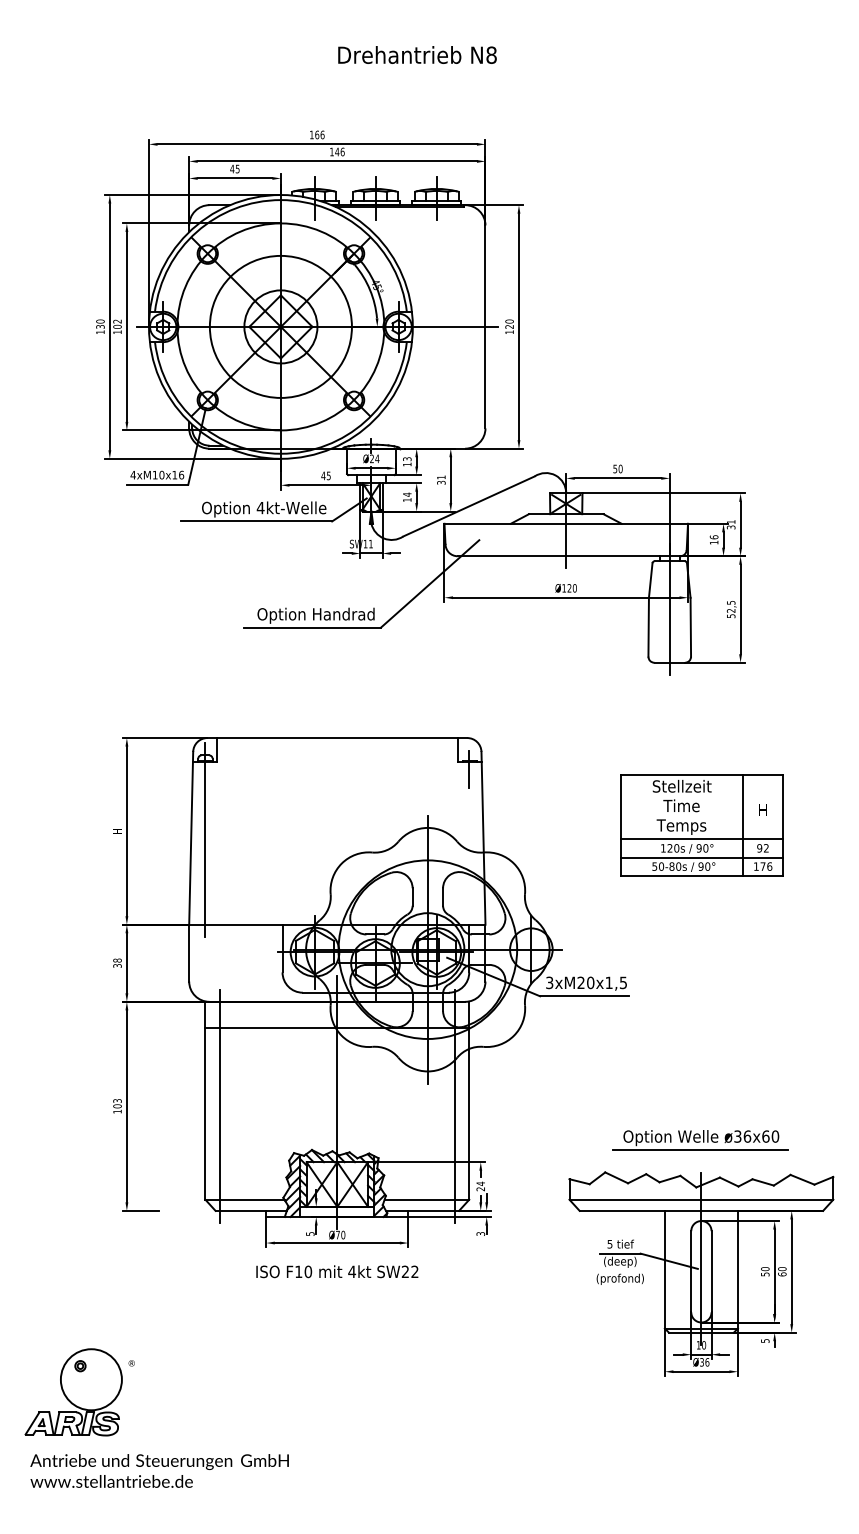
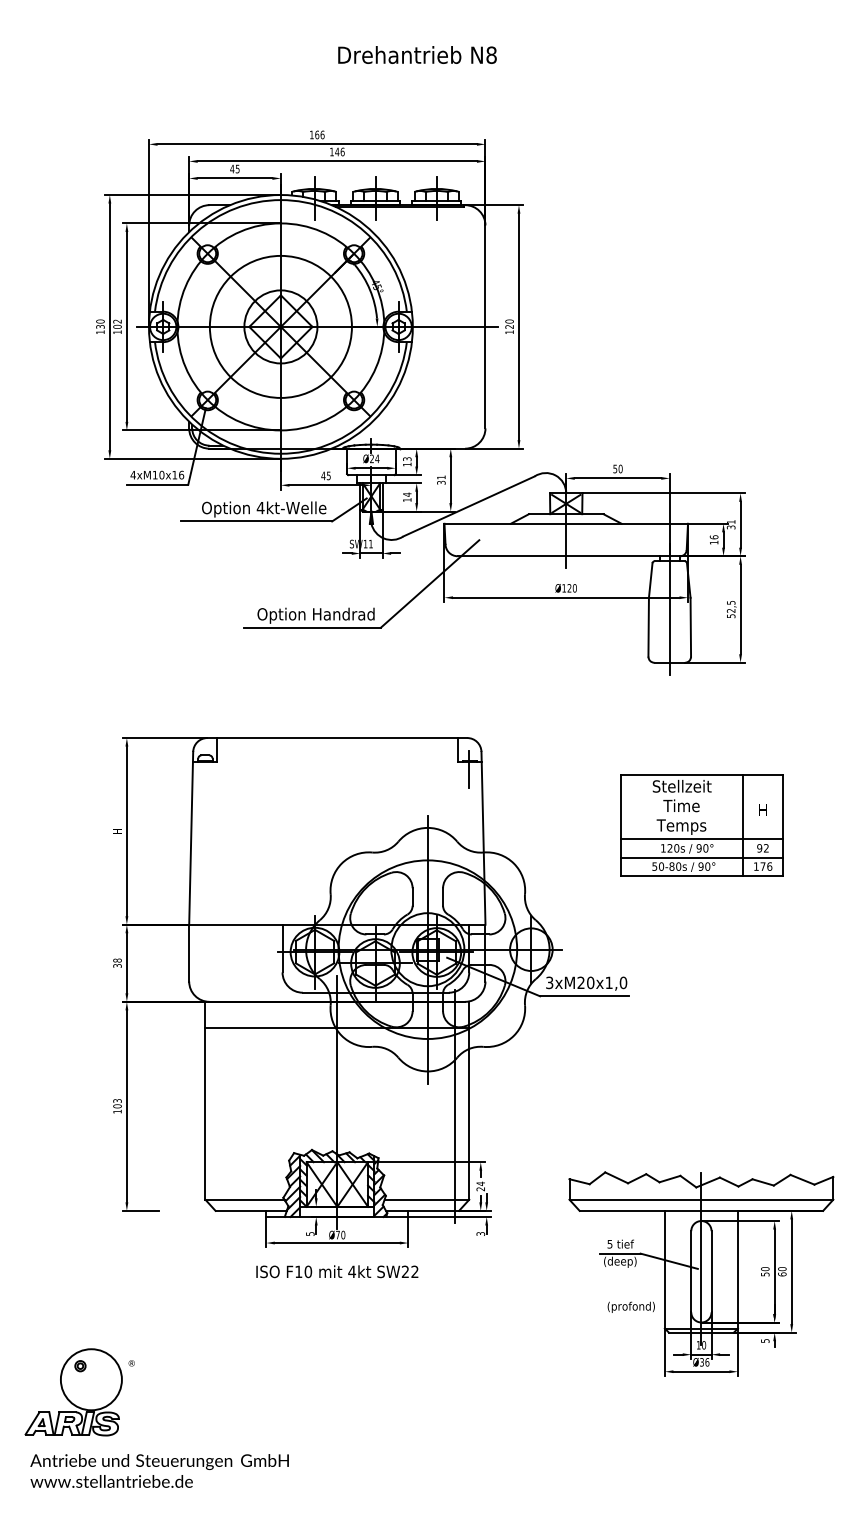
line at (205, 839): present -> none
text at (623, 982): 3xM20x1,5 -> 3xM20x1,0
line at (219, 1106): present -> none
part at (700, 1140): present -> none
text at (619, 1278) position: (619, 1278) -> (630, 1306)
